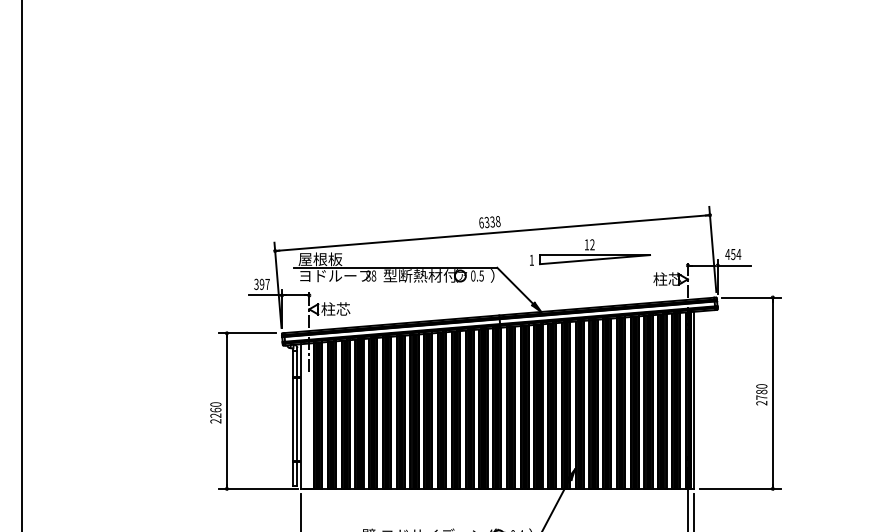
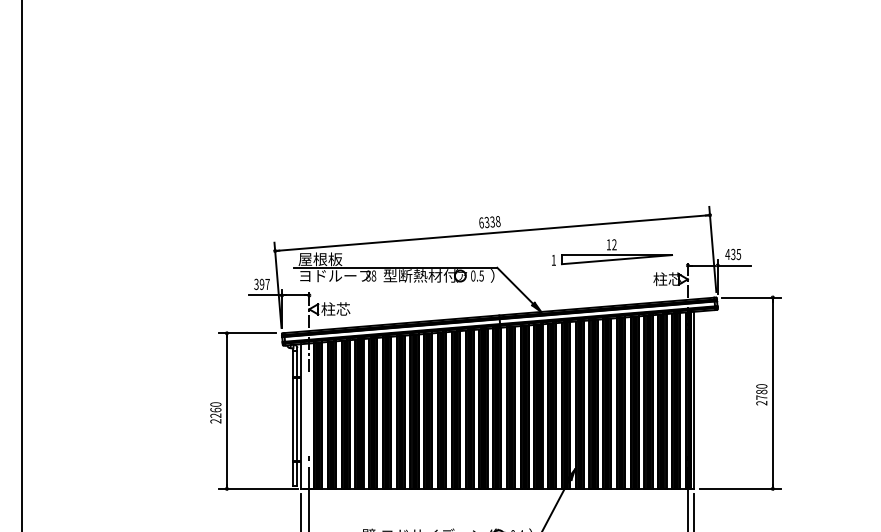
part at (590, 252) position: (590, 252) -> (612, 252)
text at (736, 254): 454 -> 435
line at (309, 491): none -> present
